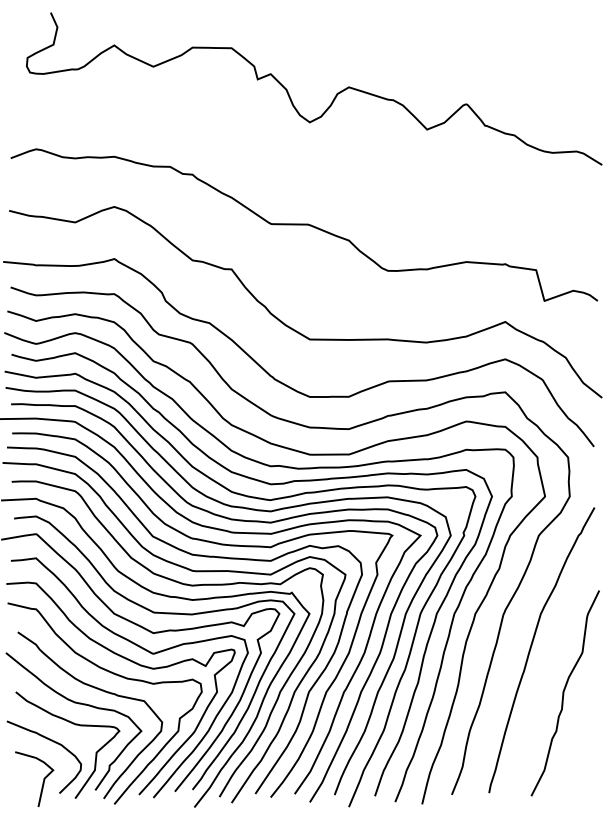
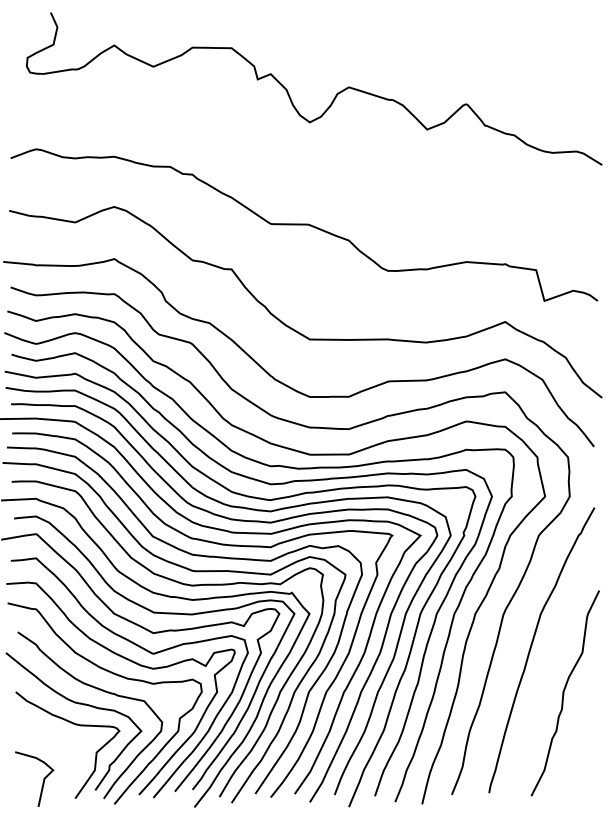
curve at (51, 741): present -> none
